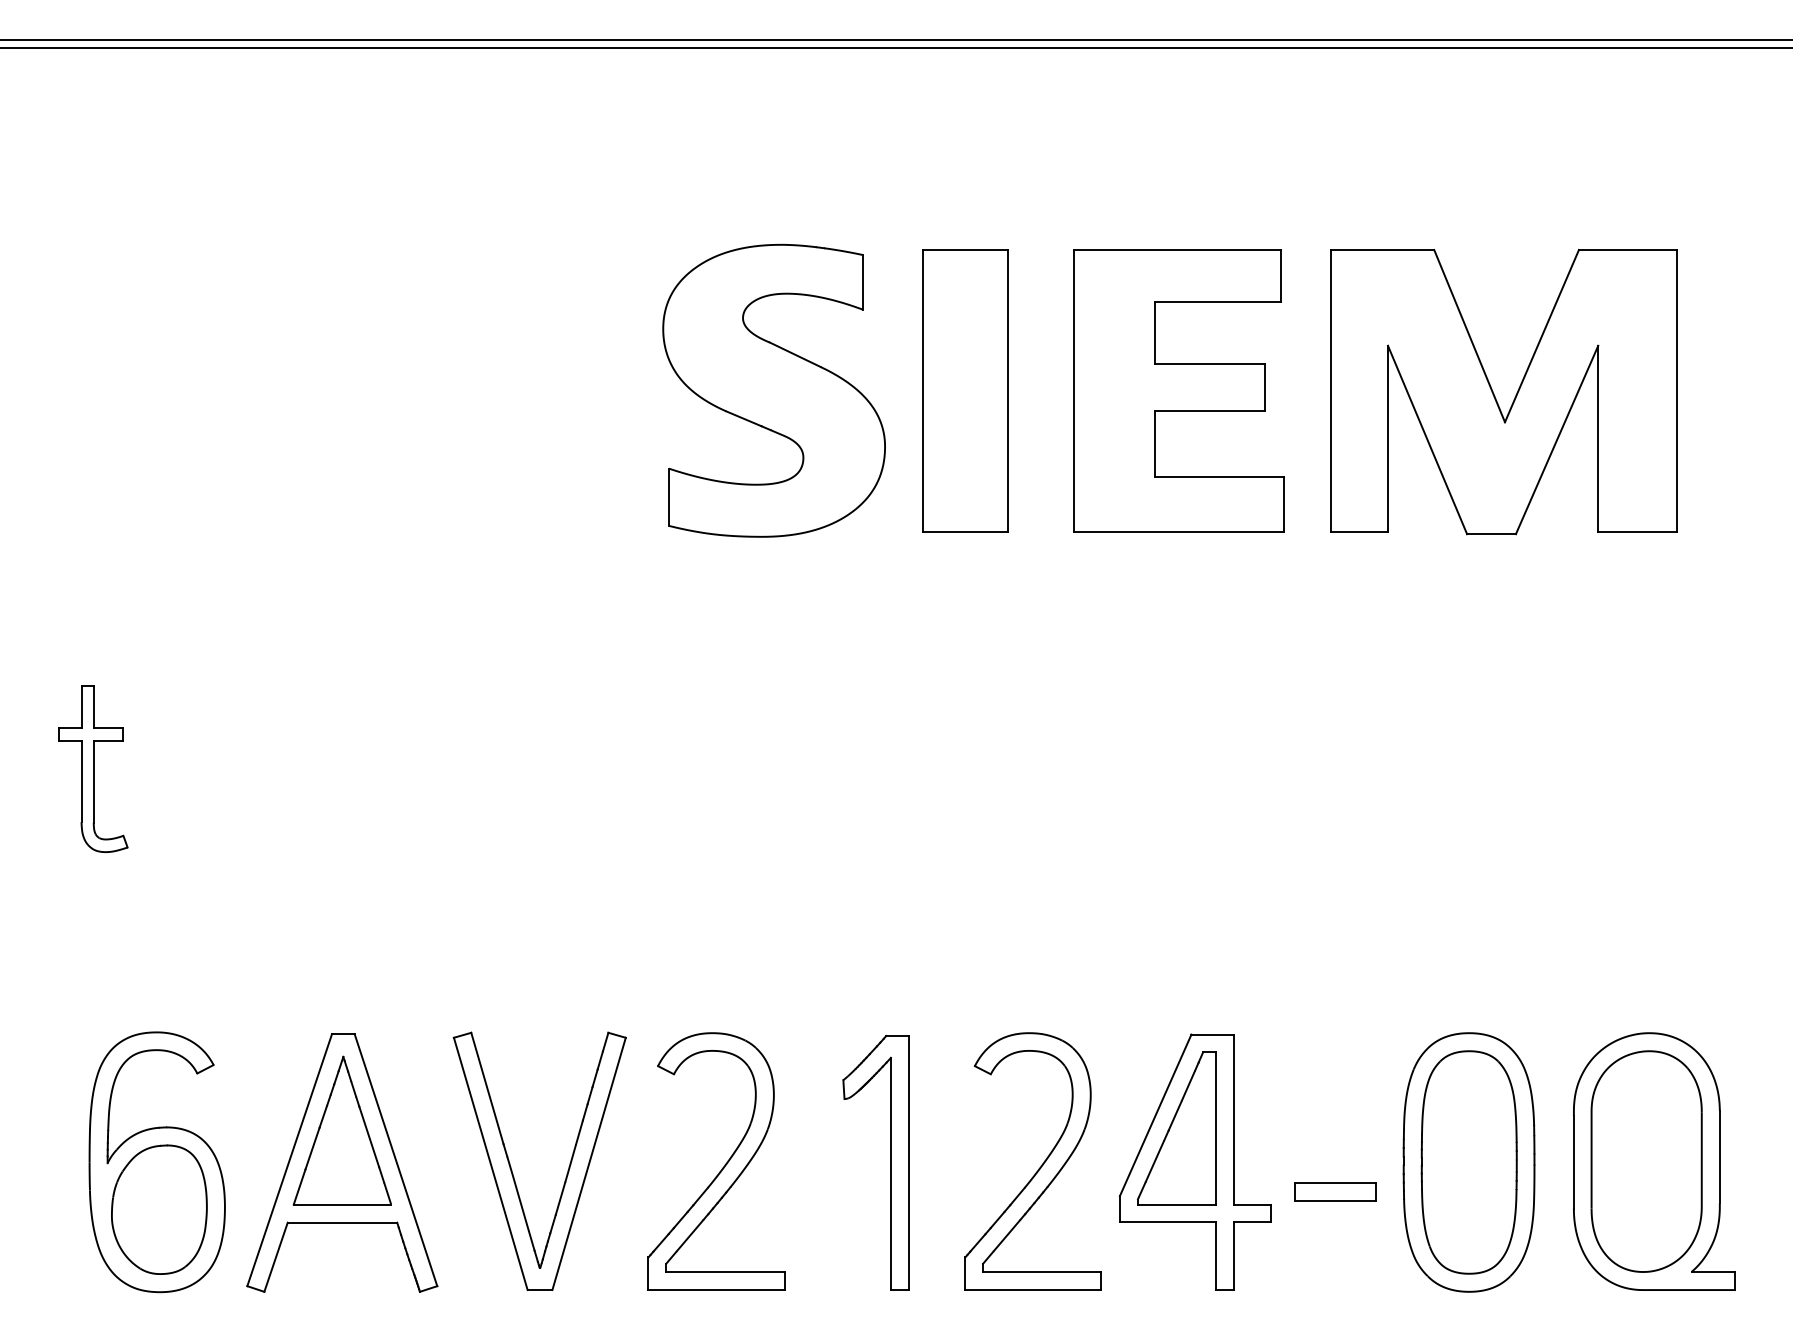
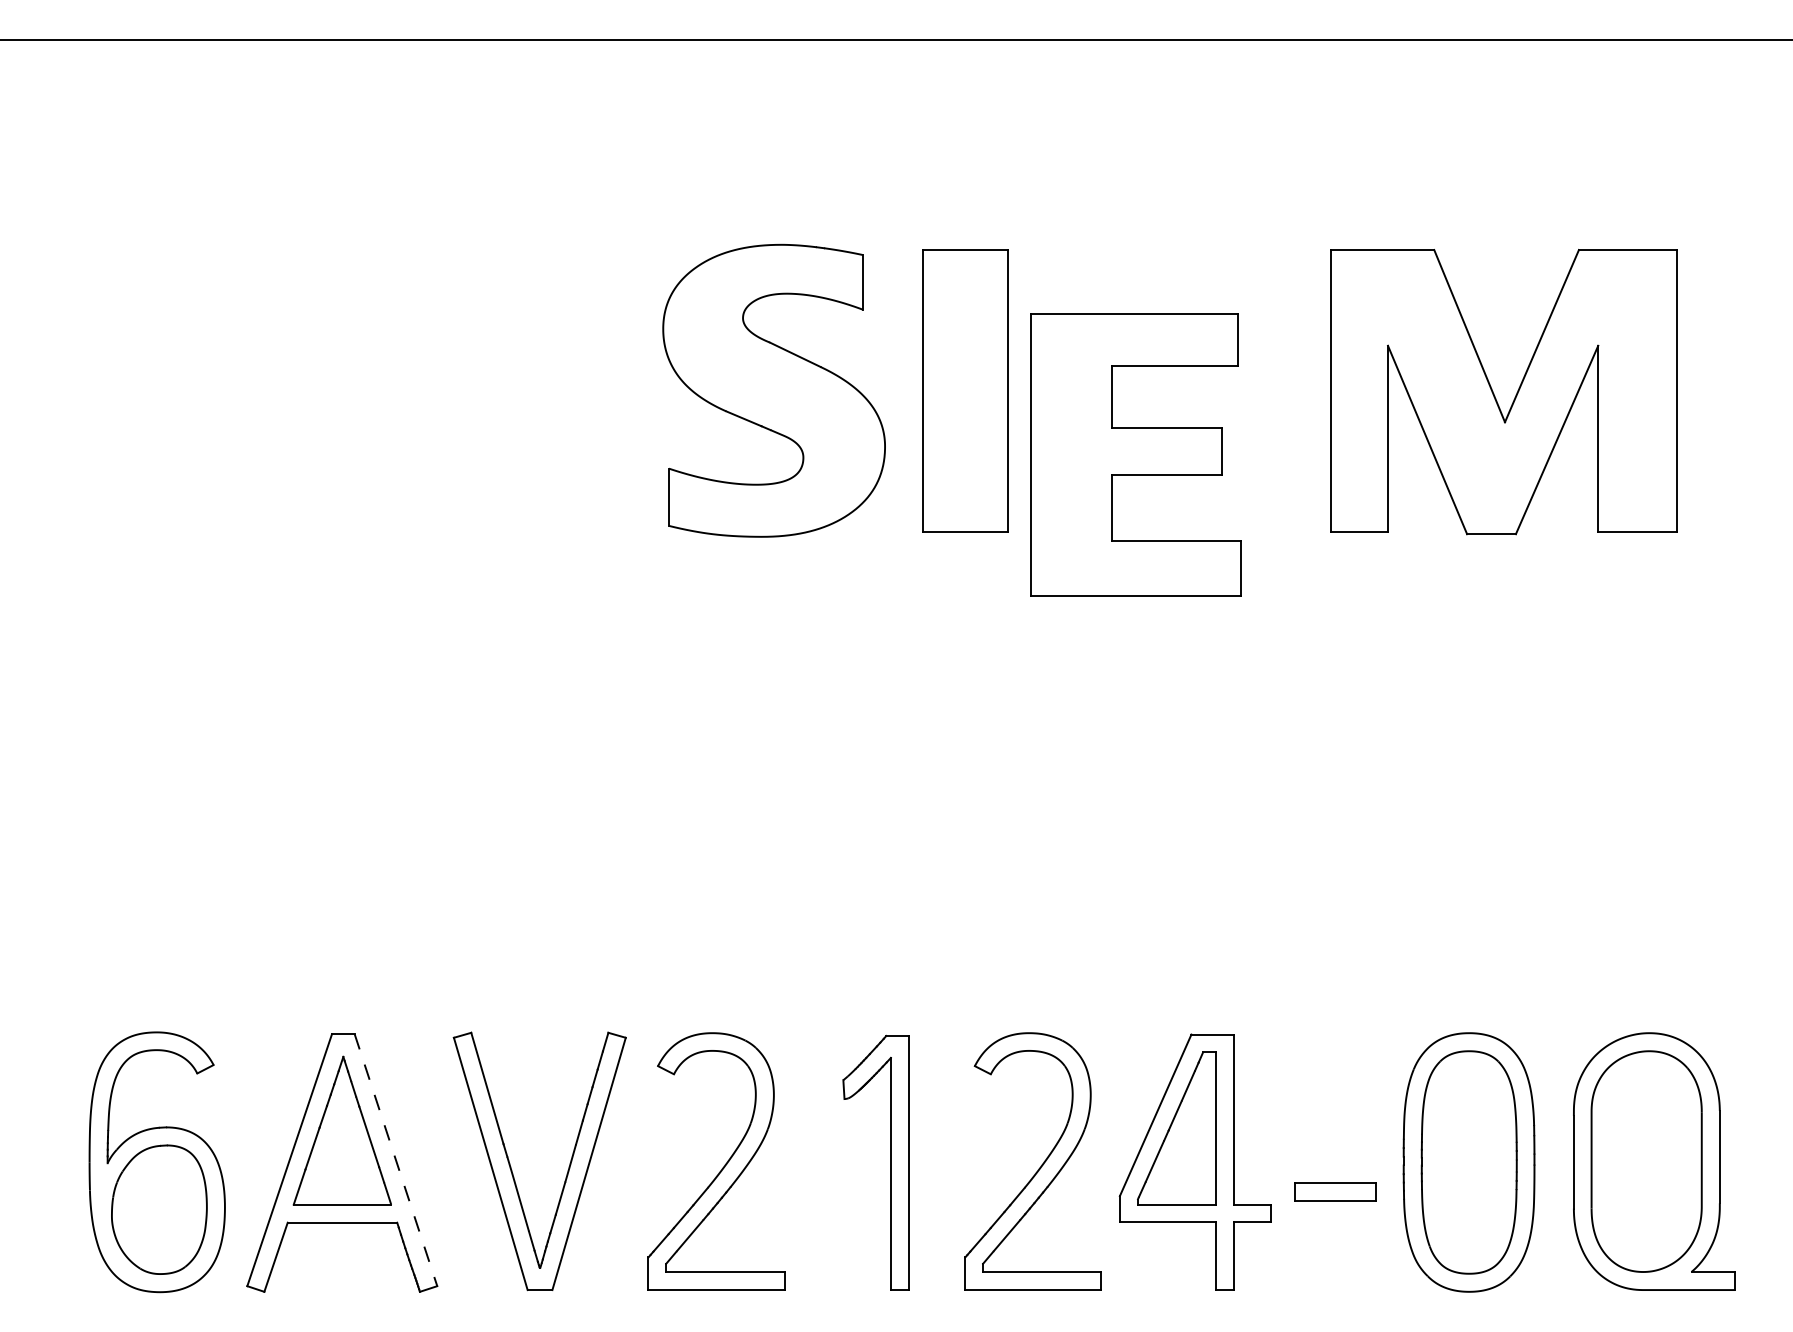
line at (895, 47): present -> none
part at (1178, 390) position: (1178, 390) -> (1135, 454)
part at (93, 768): present -> none
line at (395, 1160): solid -> dashed
